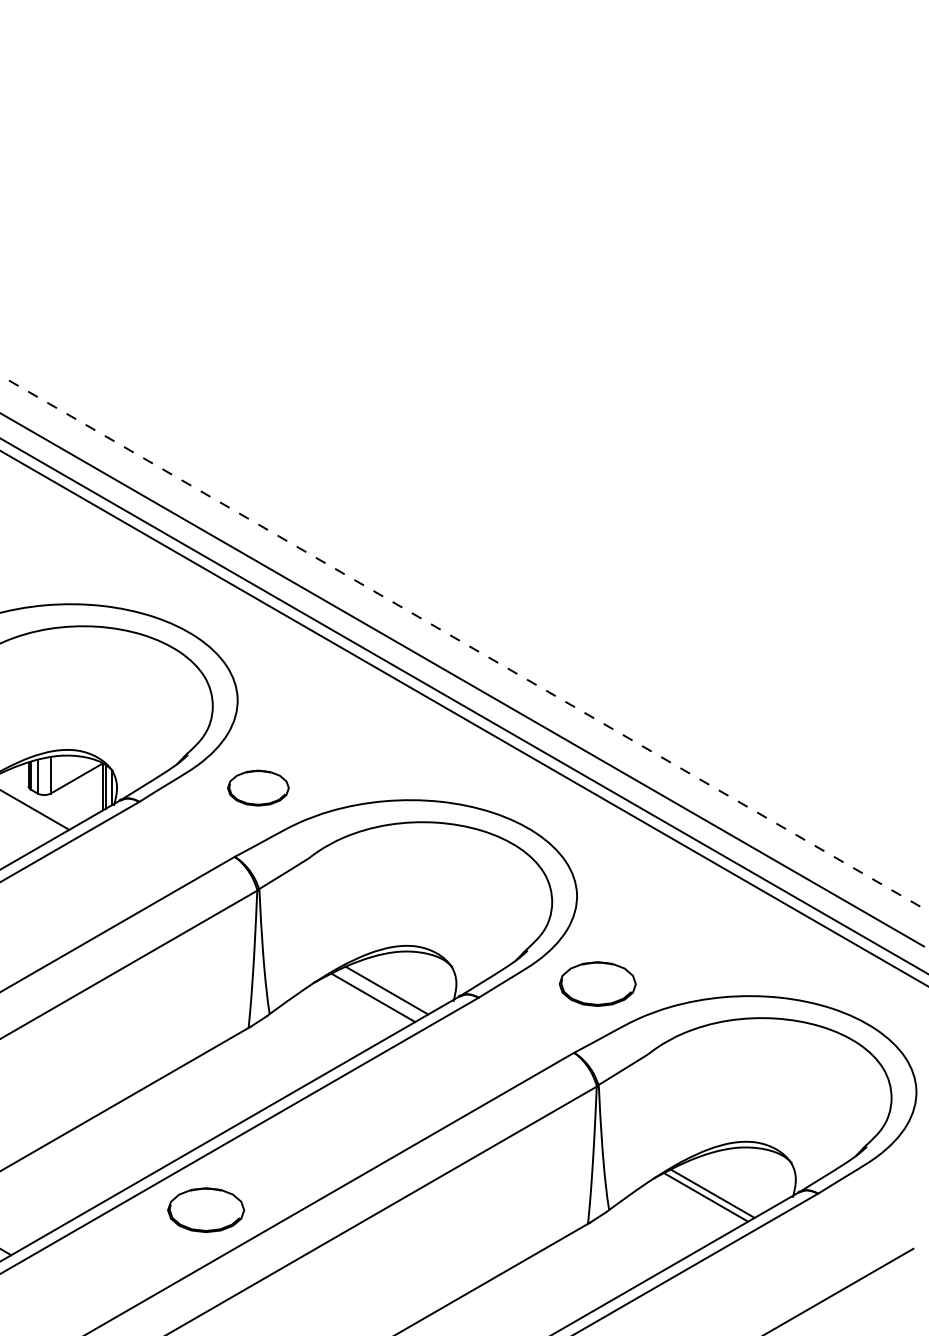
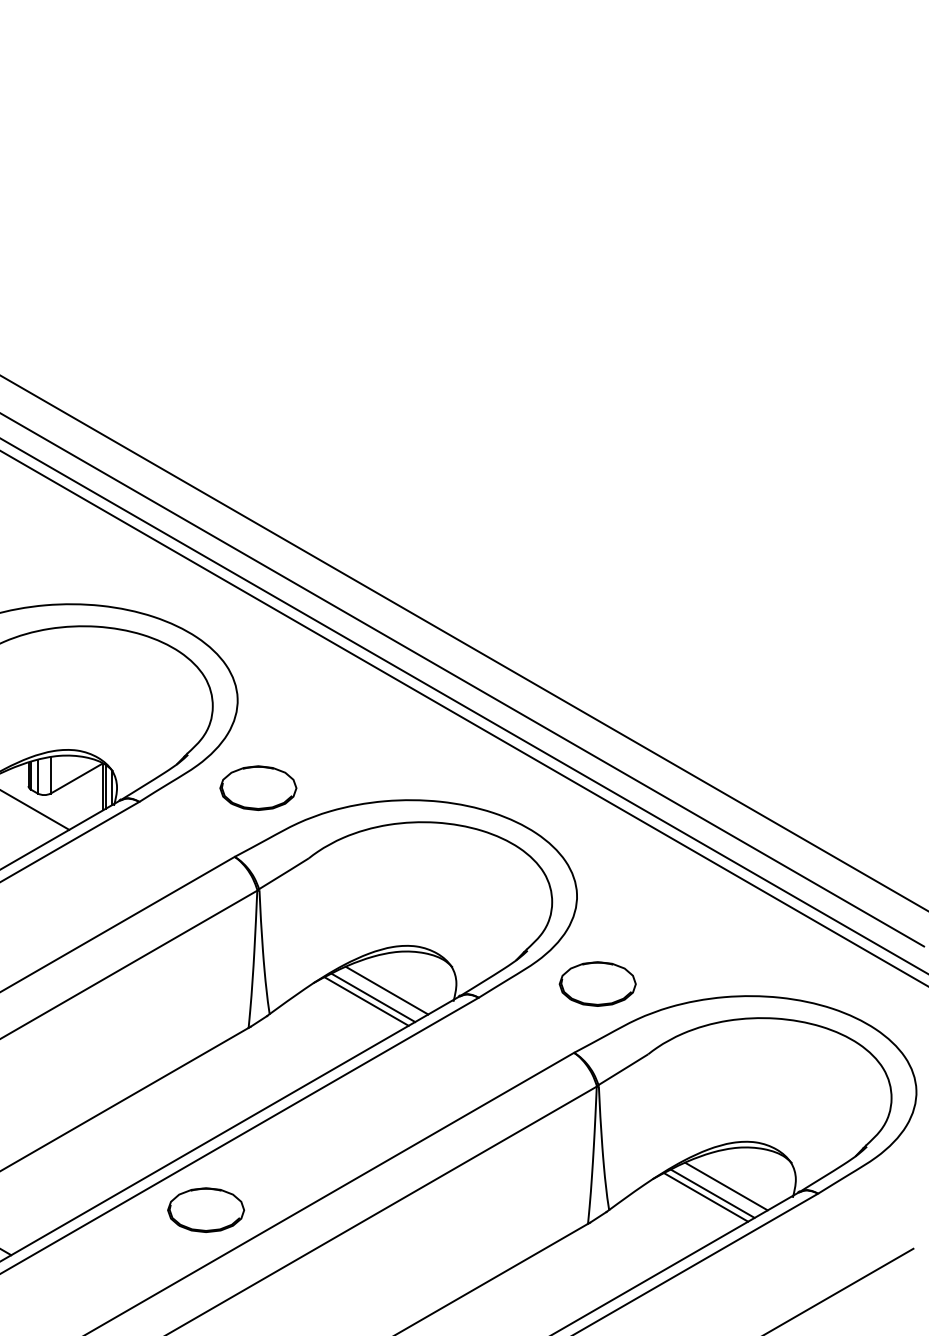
line at (464, 643): dashed -> solid
part at (258, 787) size: 63x38 px -> 79x46 px
line at (366, 1001): none -> present
line at (726, 1186): none -> present
